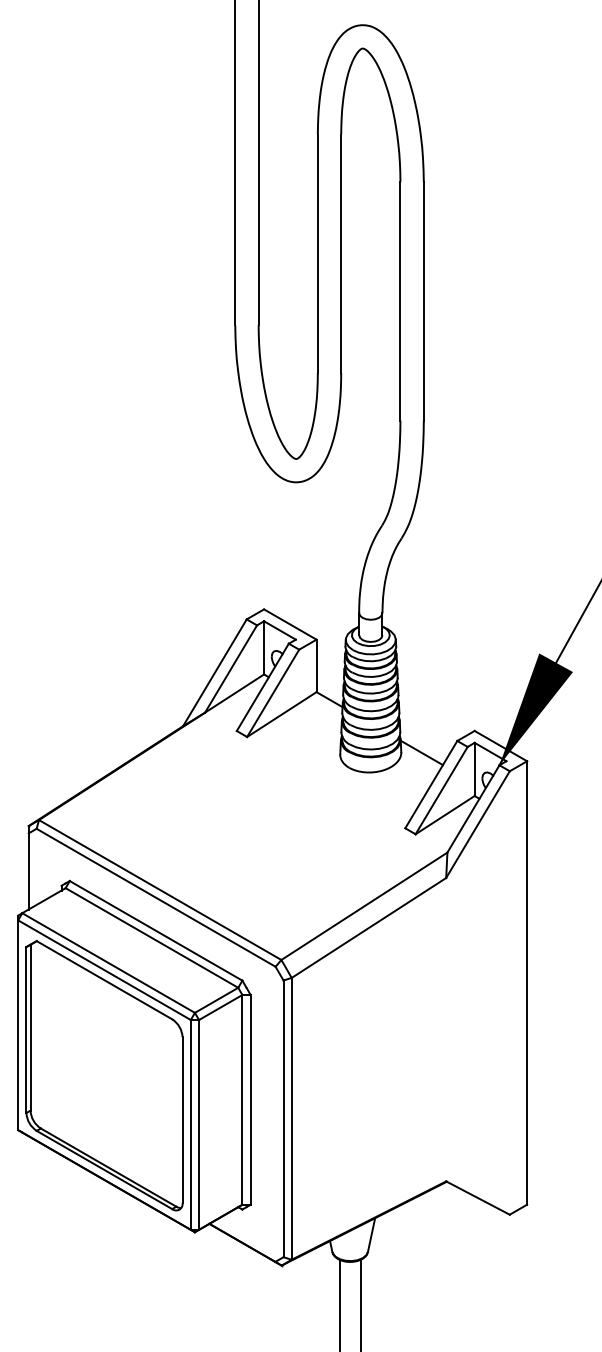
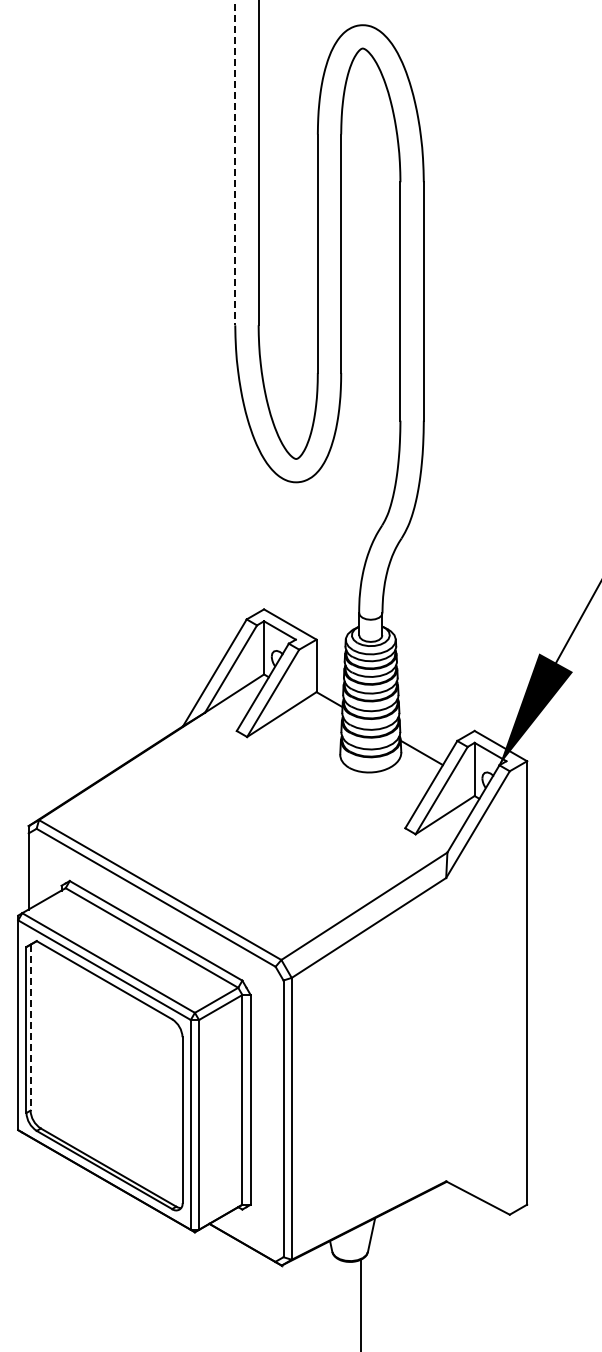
line at (235, 163): solid -> dashed
line at (30, 1027): solid -> dashed
line at (339, 1303): present -> none
